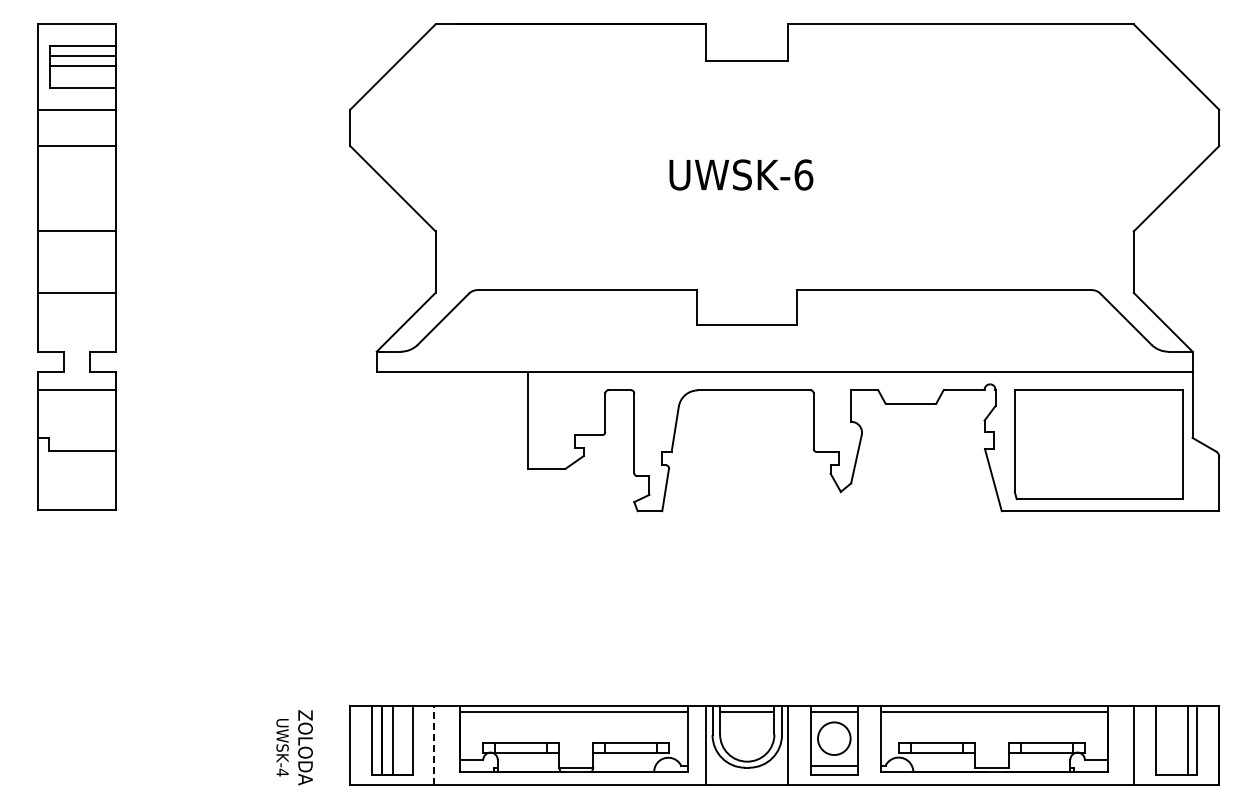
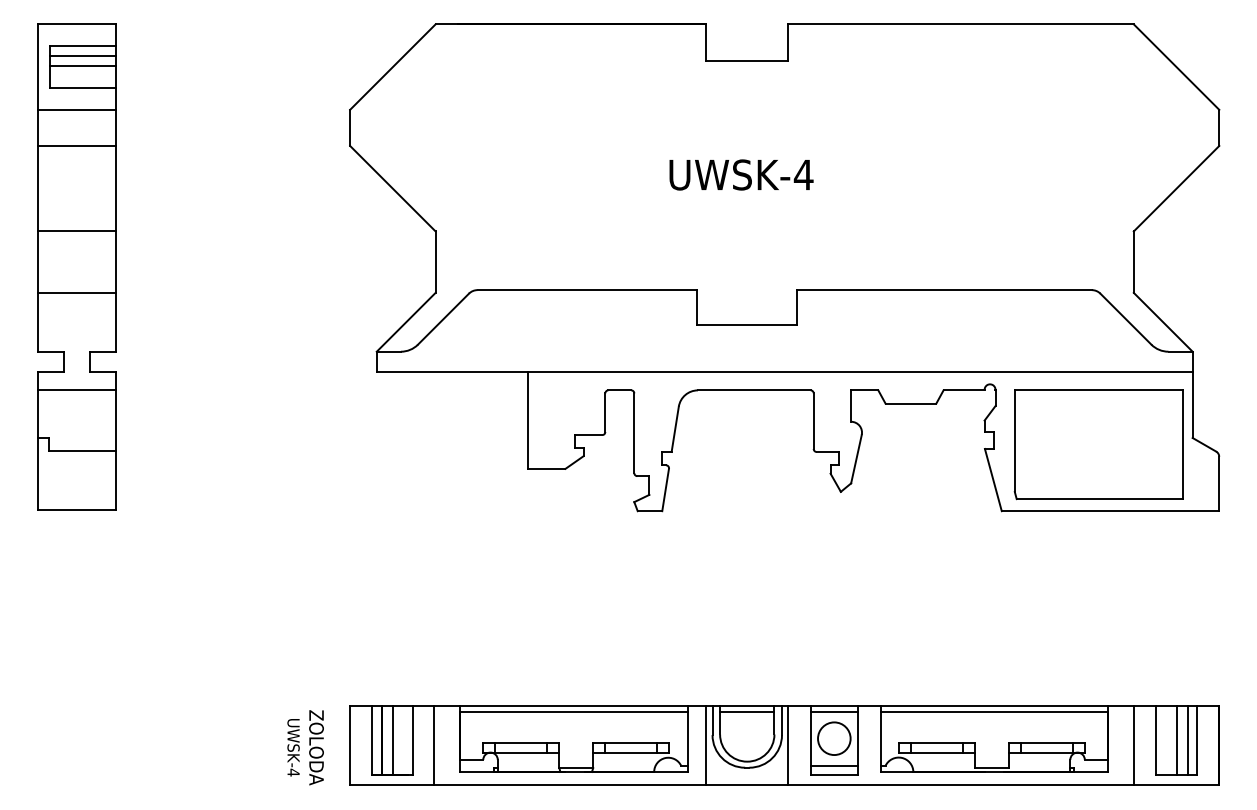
text at (803, 174): UWSK-6 -> UWSK-4
line at (1176, 740): none -> present
line at (433, 744): dashed -> solid
text at (294, 747) position: (294, 747) -> (305, 747)
